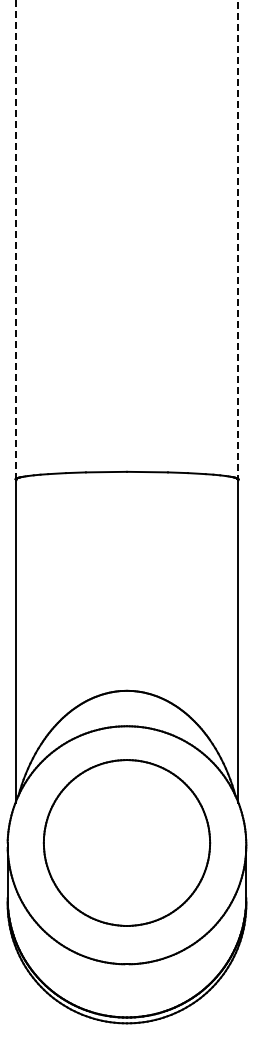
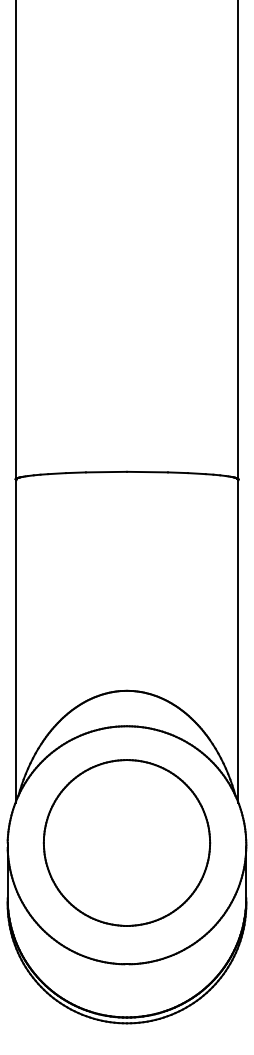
line at (15, 239): dashed -> solid
line at (238, 240): dashed -> solid
